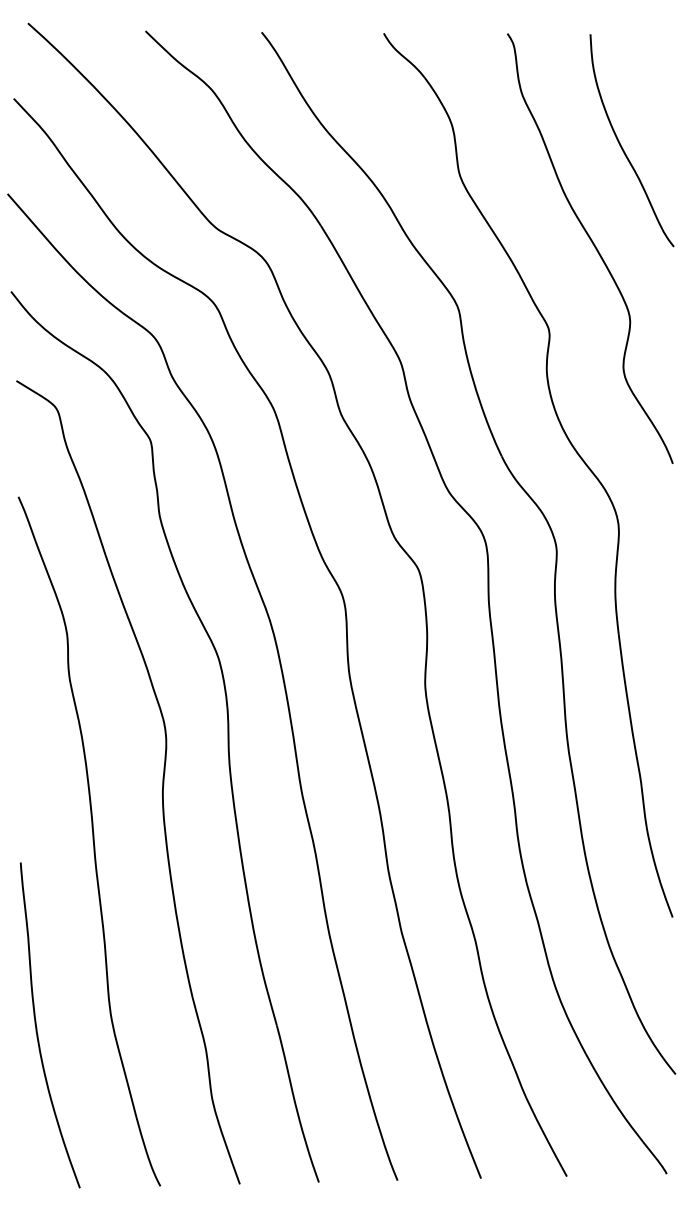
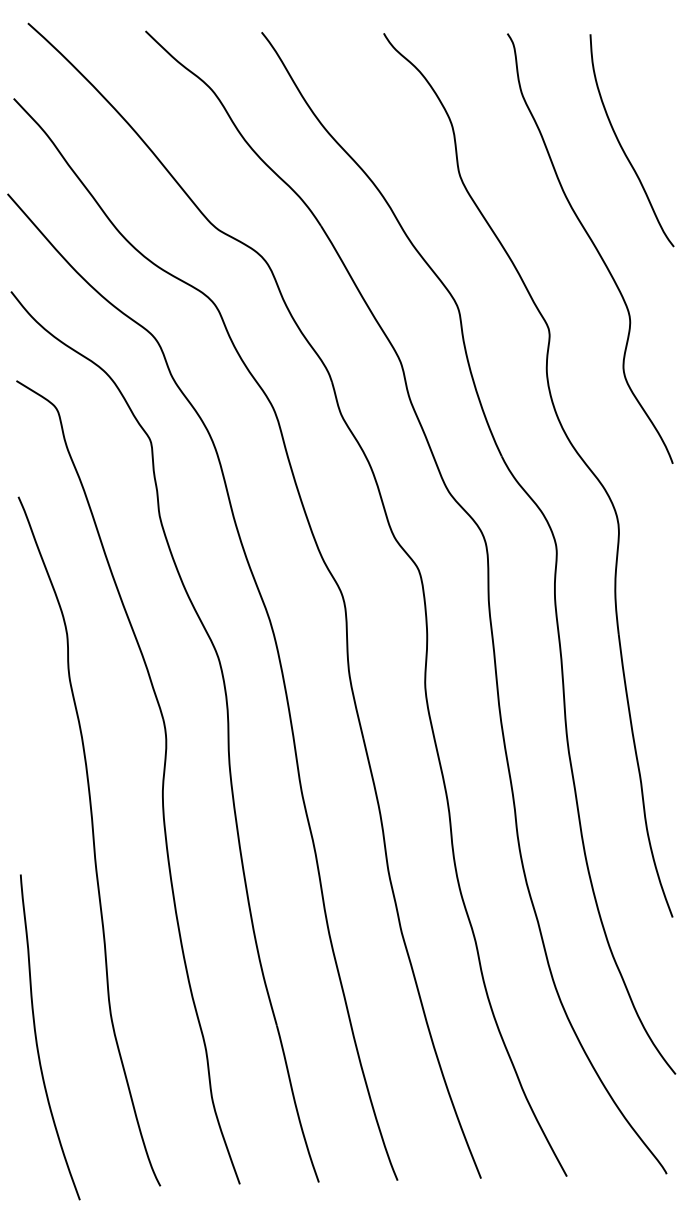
curve at (37, 1027) position: (37, 1027) -> (37, 1039)
